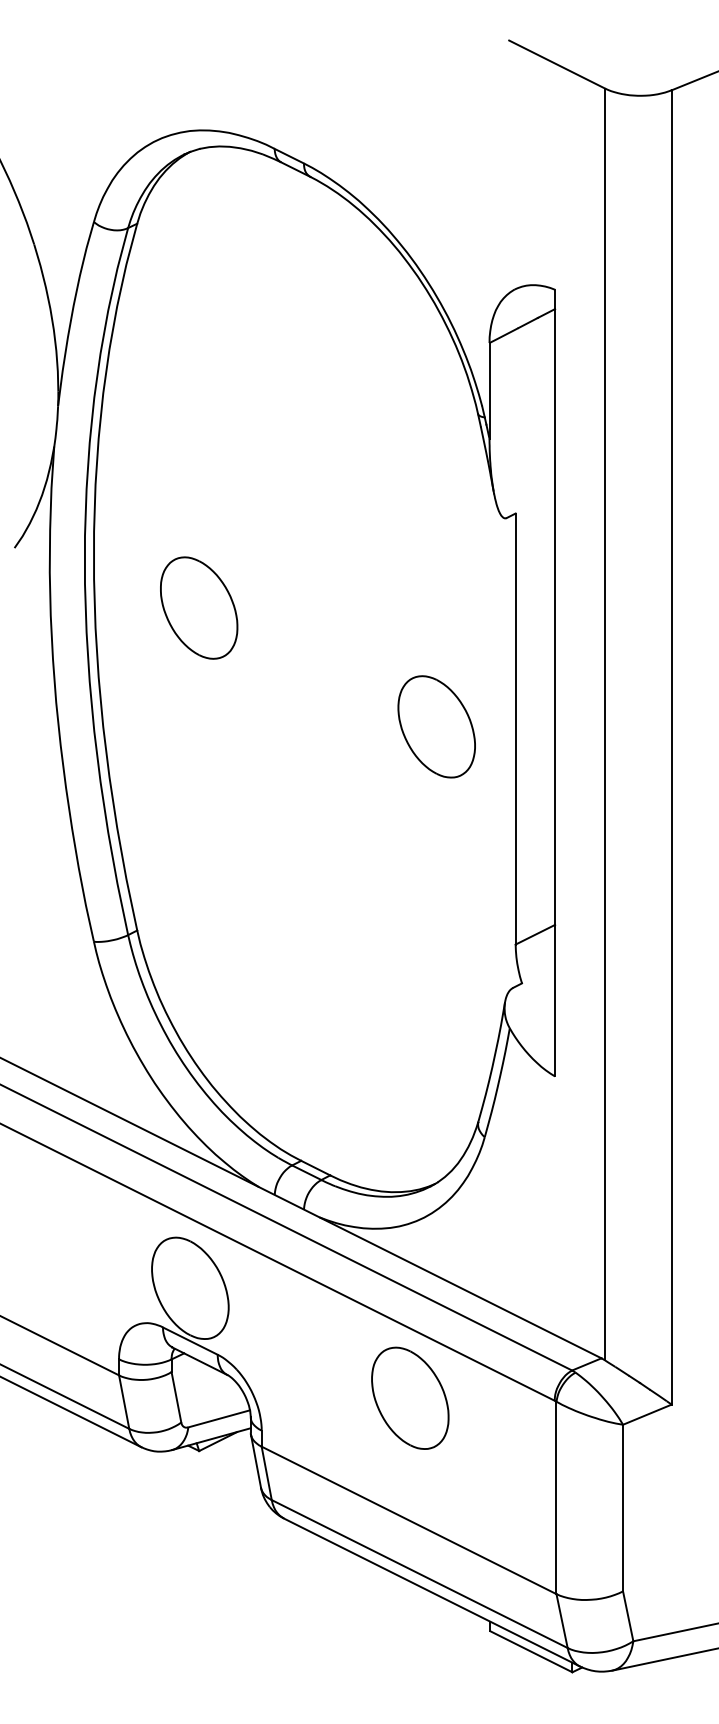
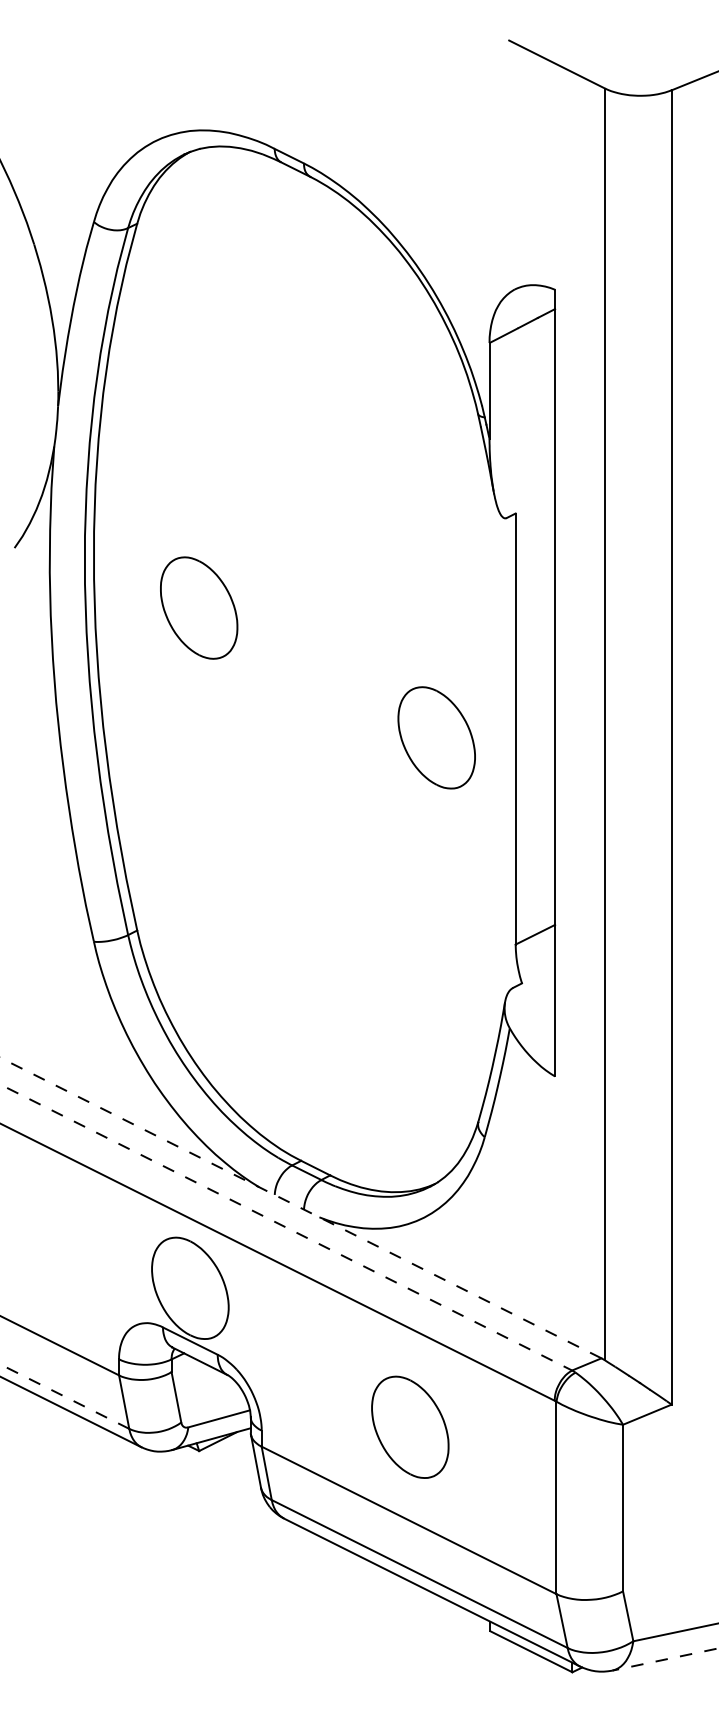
part at (436, 726) position: (436, 726) -> (436, 737)
line at (301, 1208): solid -> dashed
line at (286, 1227): solid -> dashed
line at (64, 1396): solid -> dashed
part at (410, 1397) position: (410, 1397) -> (410, 1426)
line at (665, 1659): solid -> dashed
